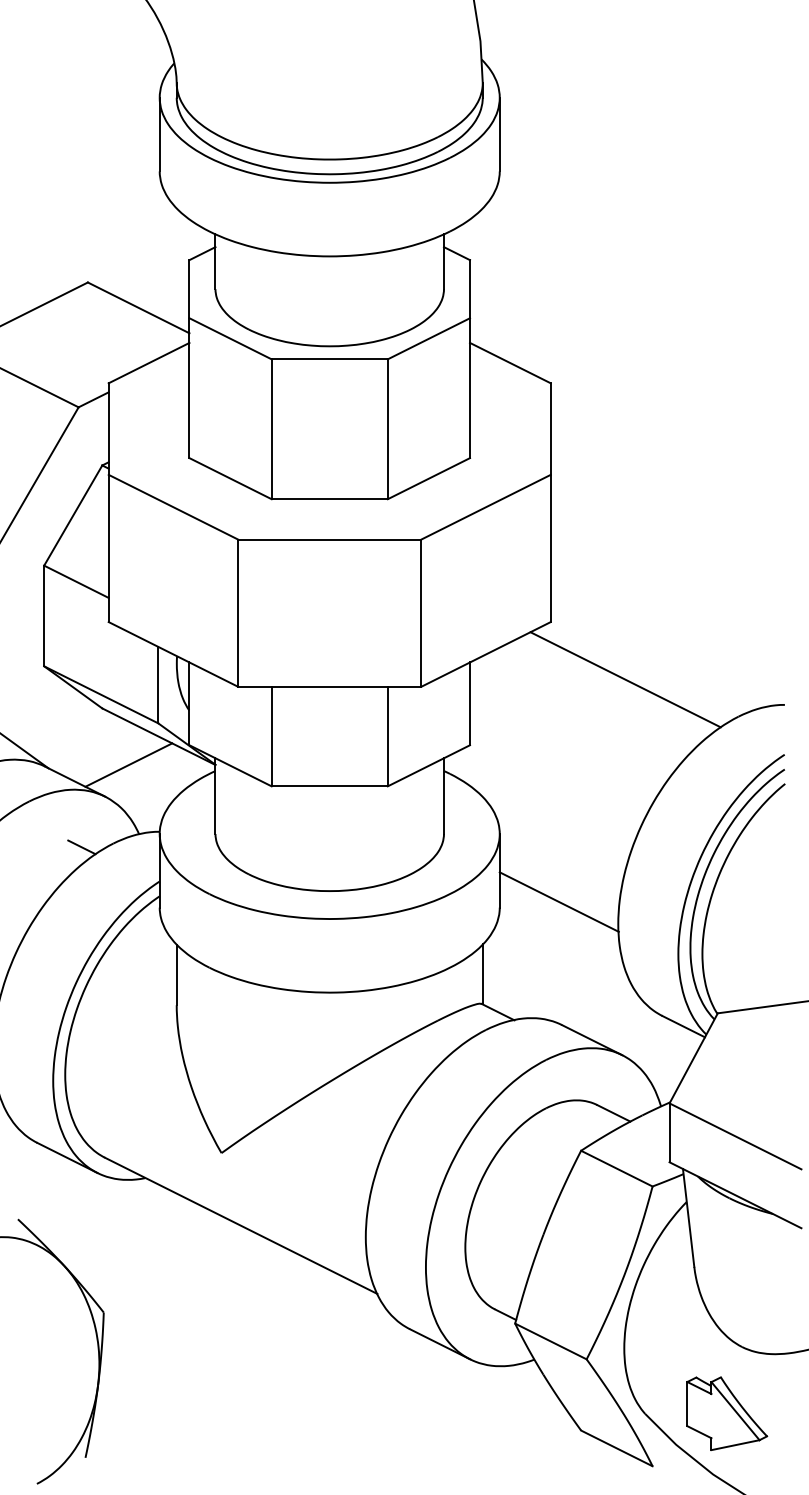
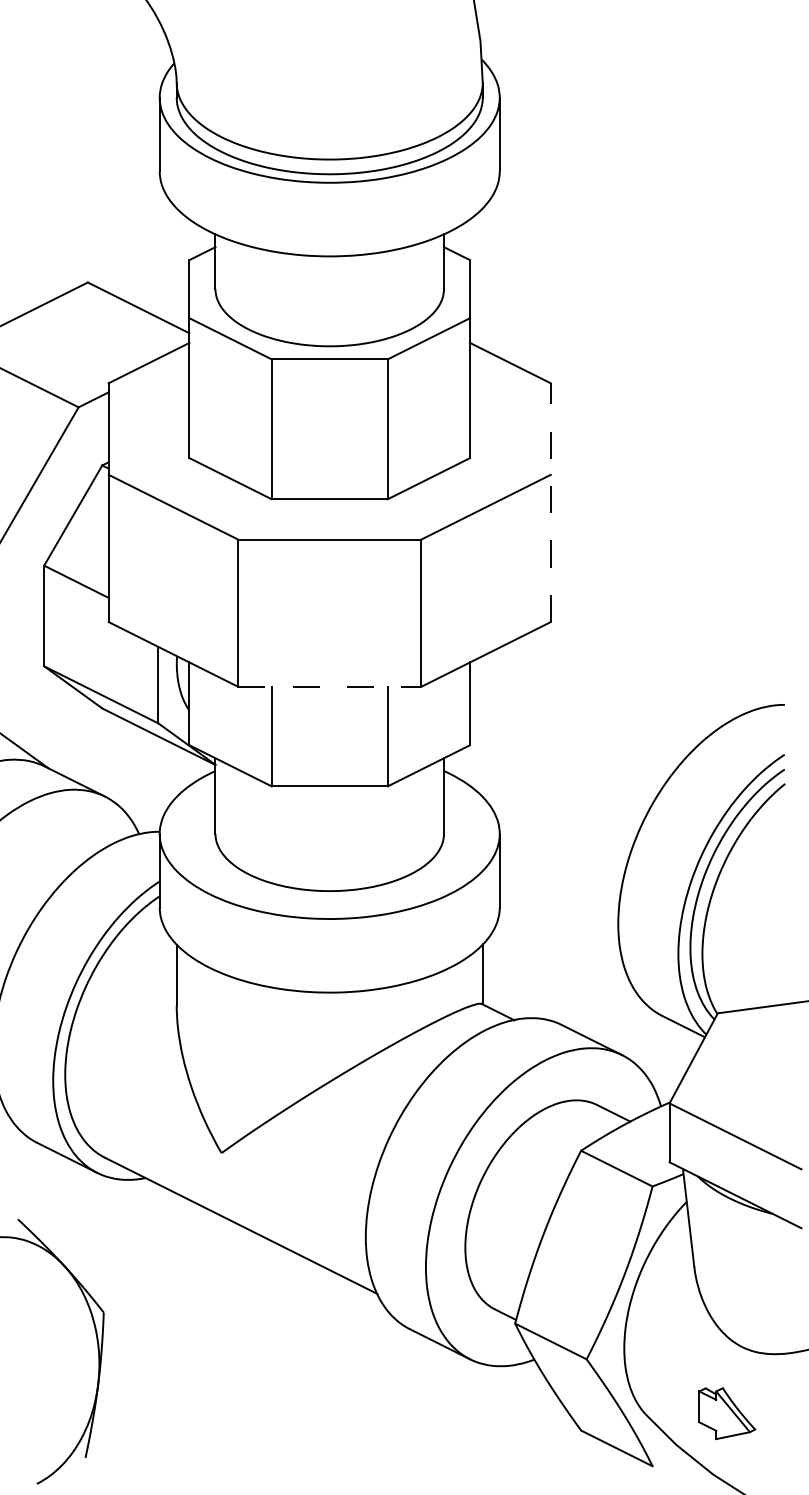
line at (550, 502): solid -> dashed
line at (625, 679): present -> none
line at (329, 686): solid -> dashed
line at (128, 764): present -> none
line at (81, 847): present -> none
line at (558, 901): present -> none
part at (727, 1413) size: 83x75 px -> 59x53 px
